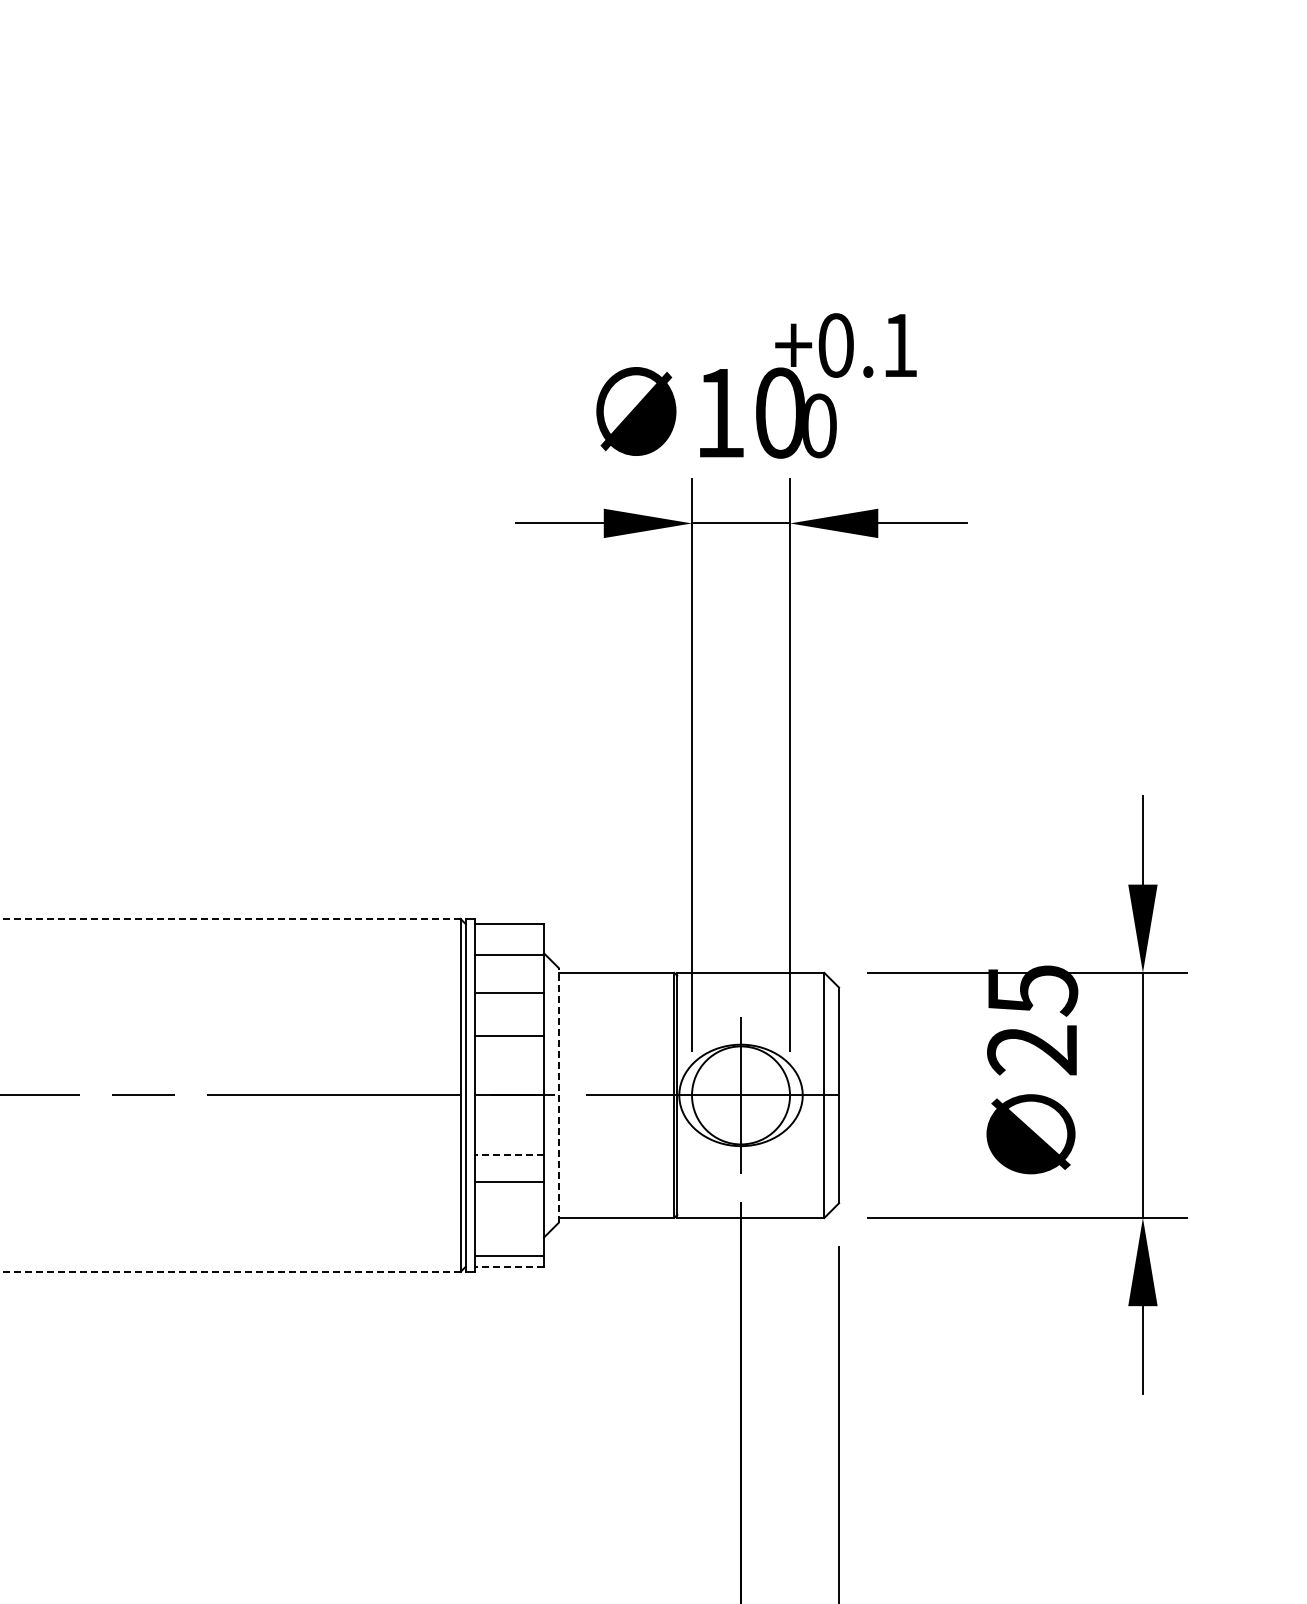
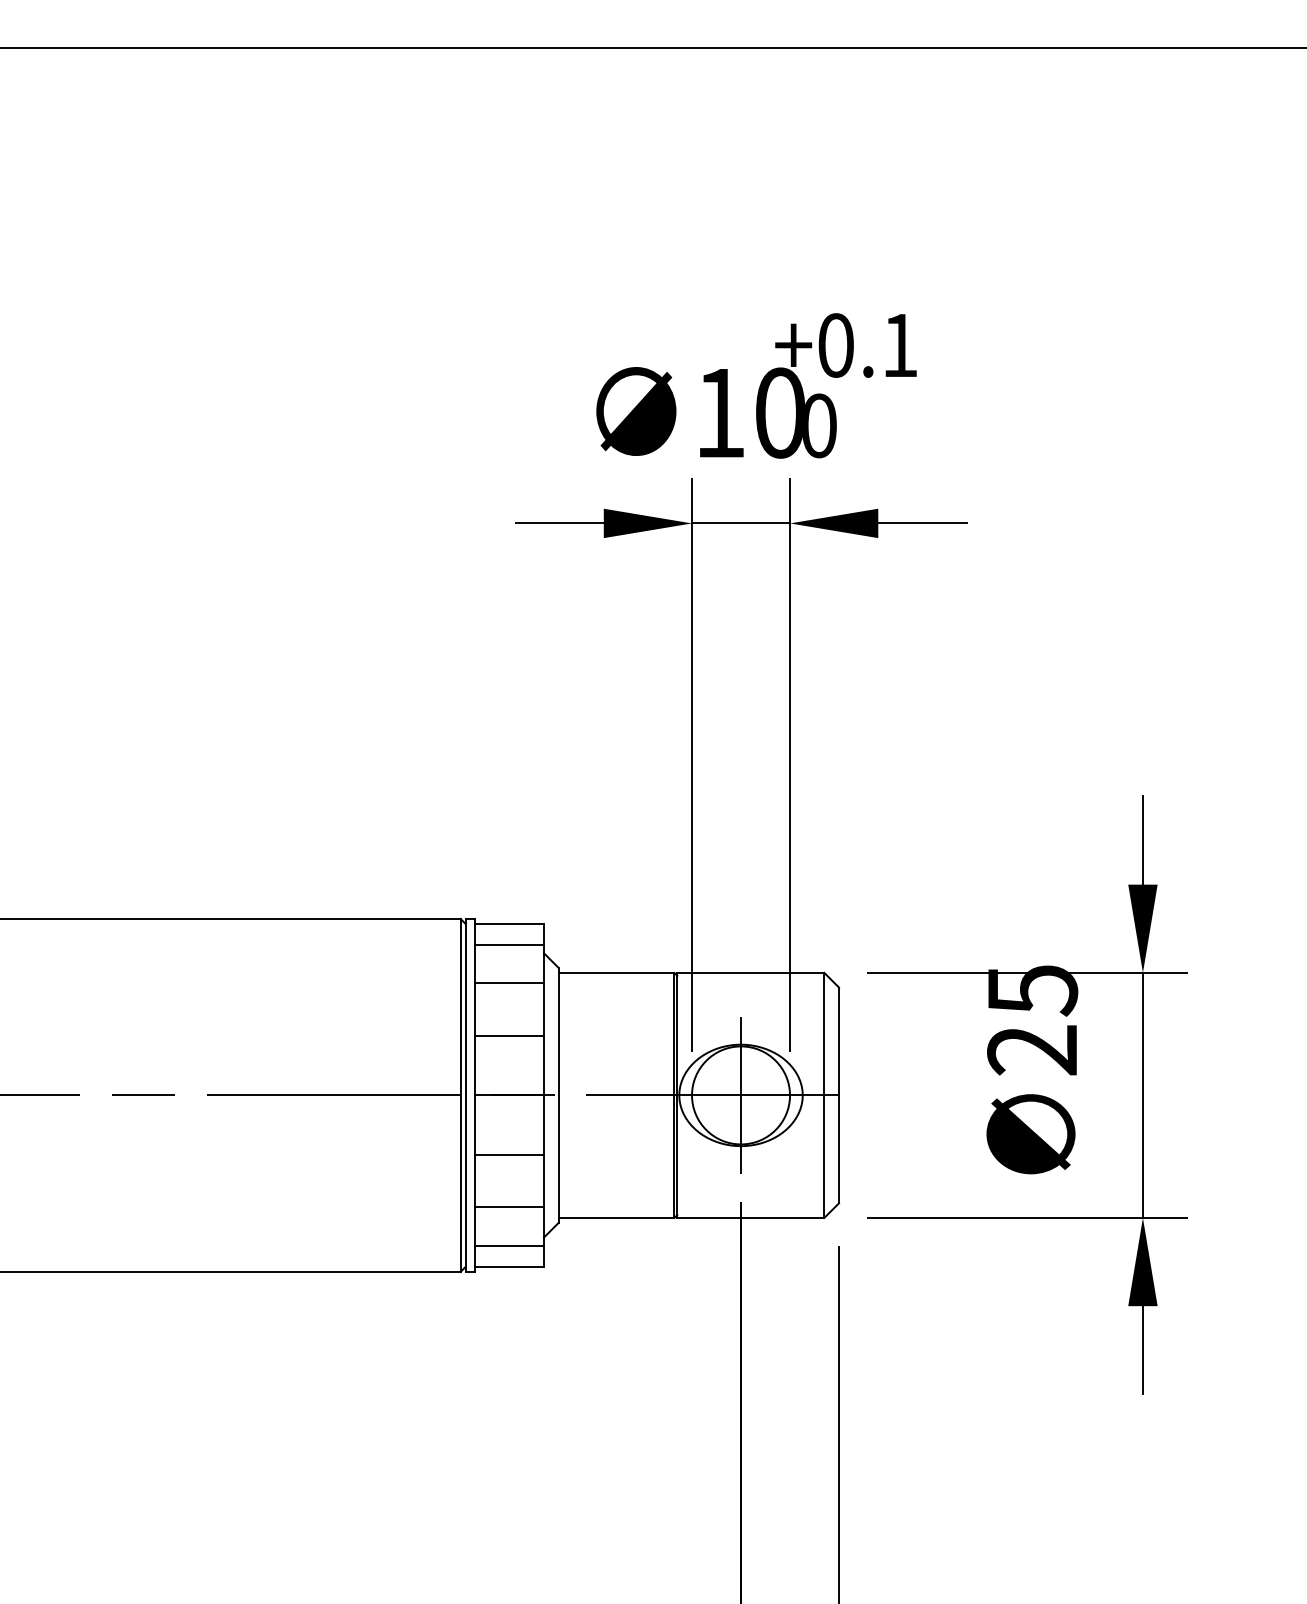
line at (652, 48): none -> present
line at (230, 918): dashed -> solid
line at (509, 954) position: (509, 954) -> (509, 944)
line at (509, 993) position: (509, 993) -> (509, 983)
line at (558, 1094): dashed -> solid
line at (509, 1155): dashed -> solid
line at (509, 1182) position: (509, 1182) -> (509, 1207)
line at (509, 1256) position: (509, 1256) -> (509, 1246)
line at (509, 1266): dashed -> solid
line at (230, 1271): dashed -> solid
